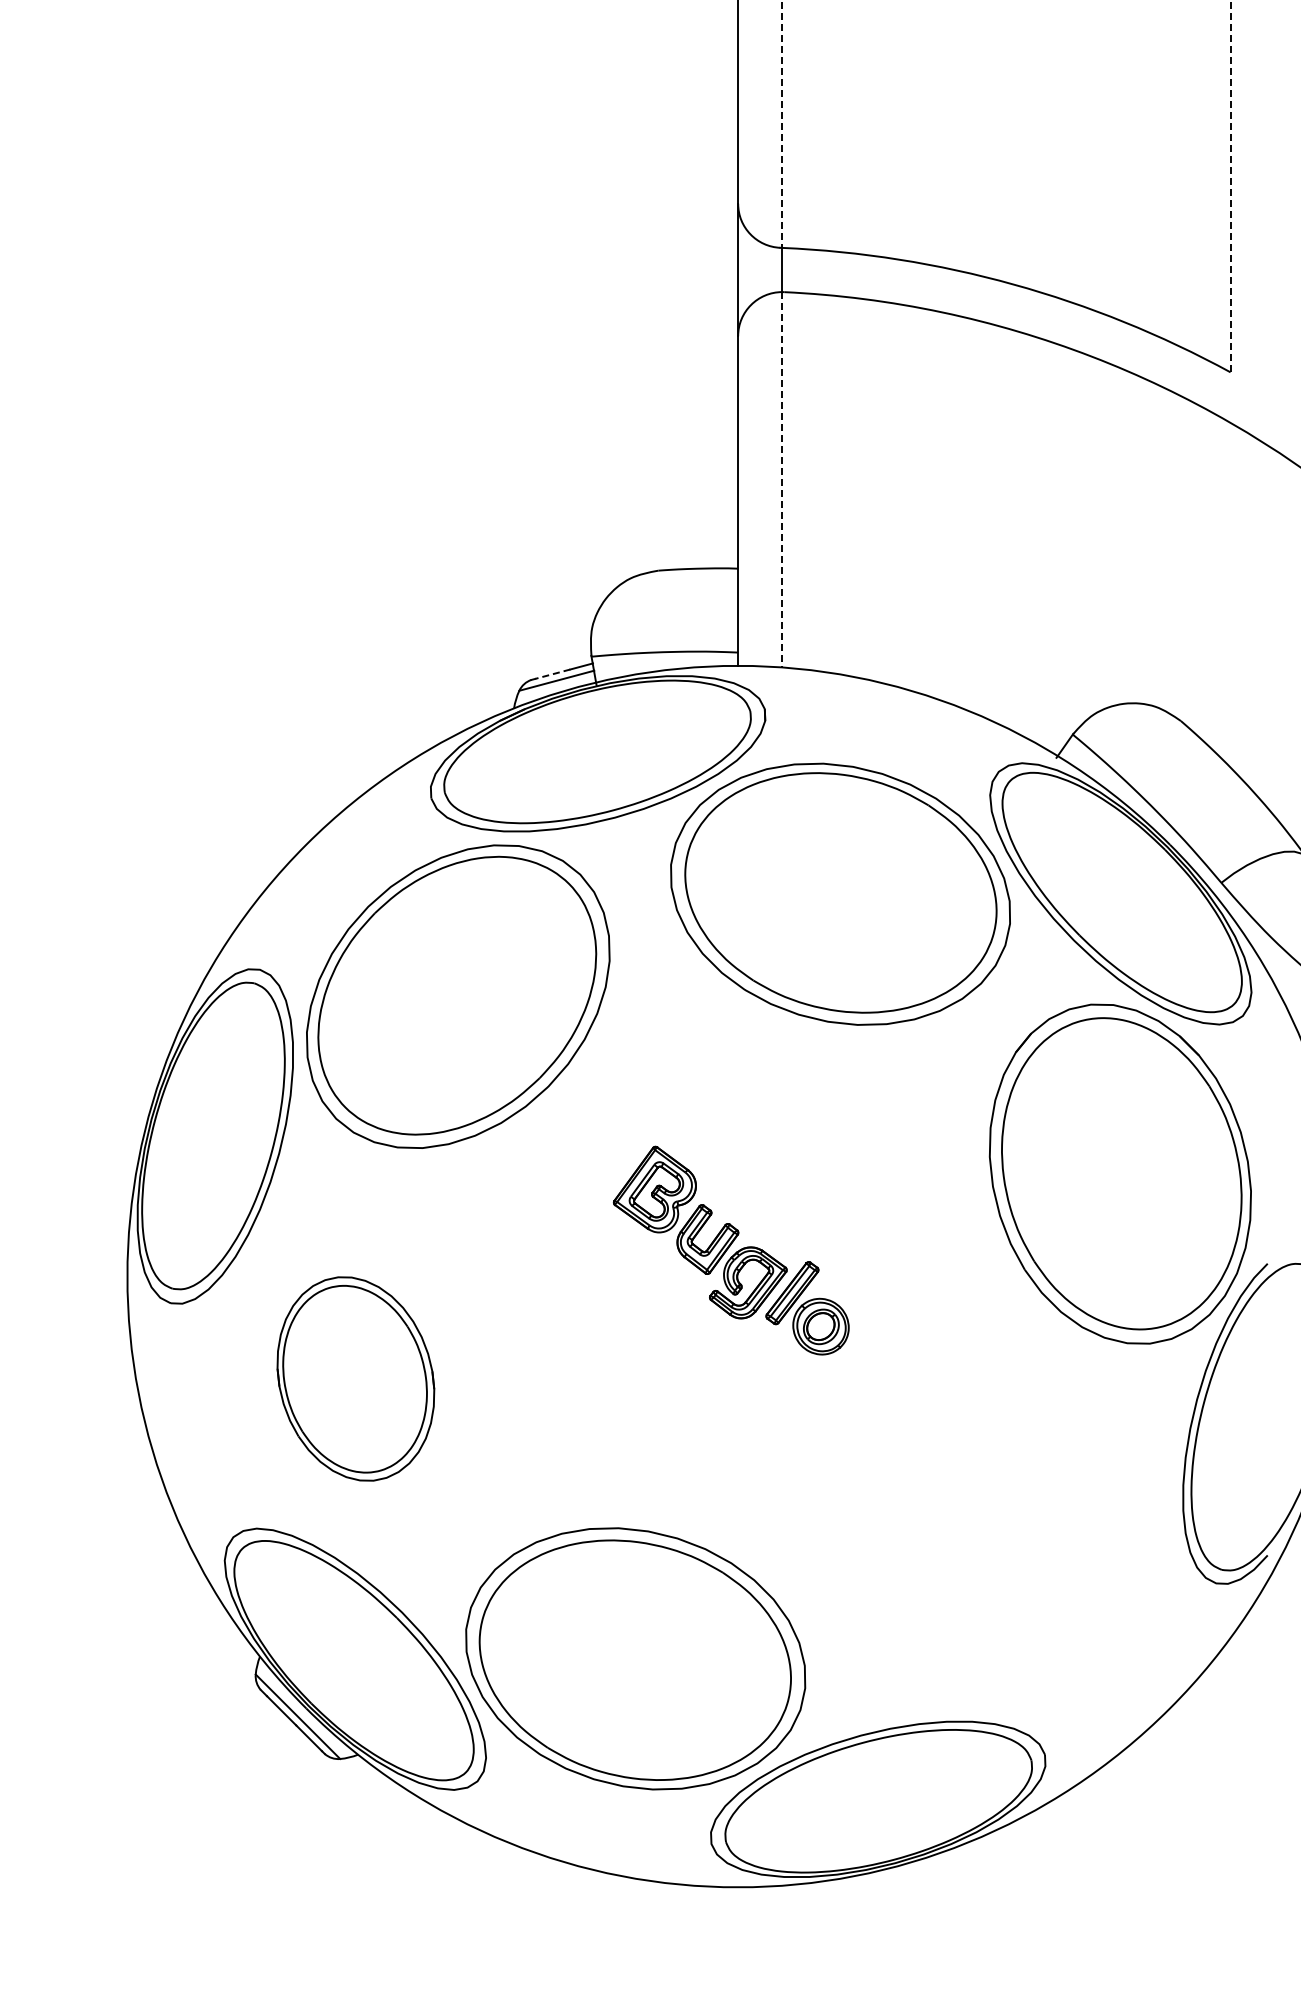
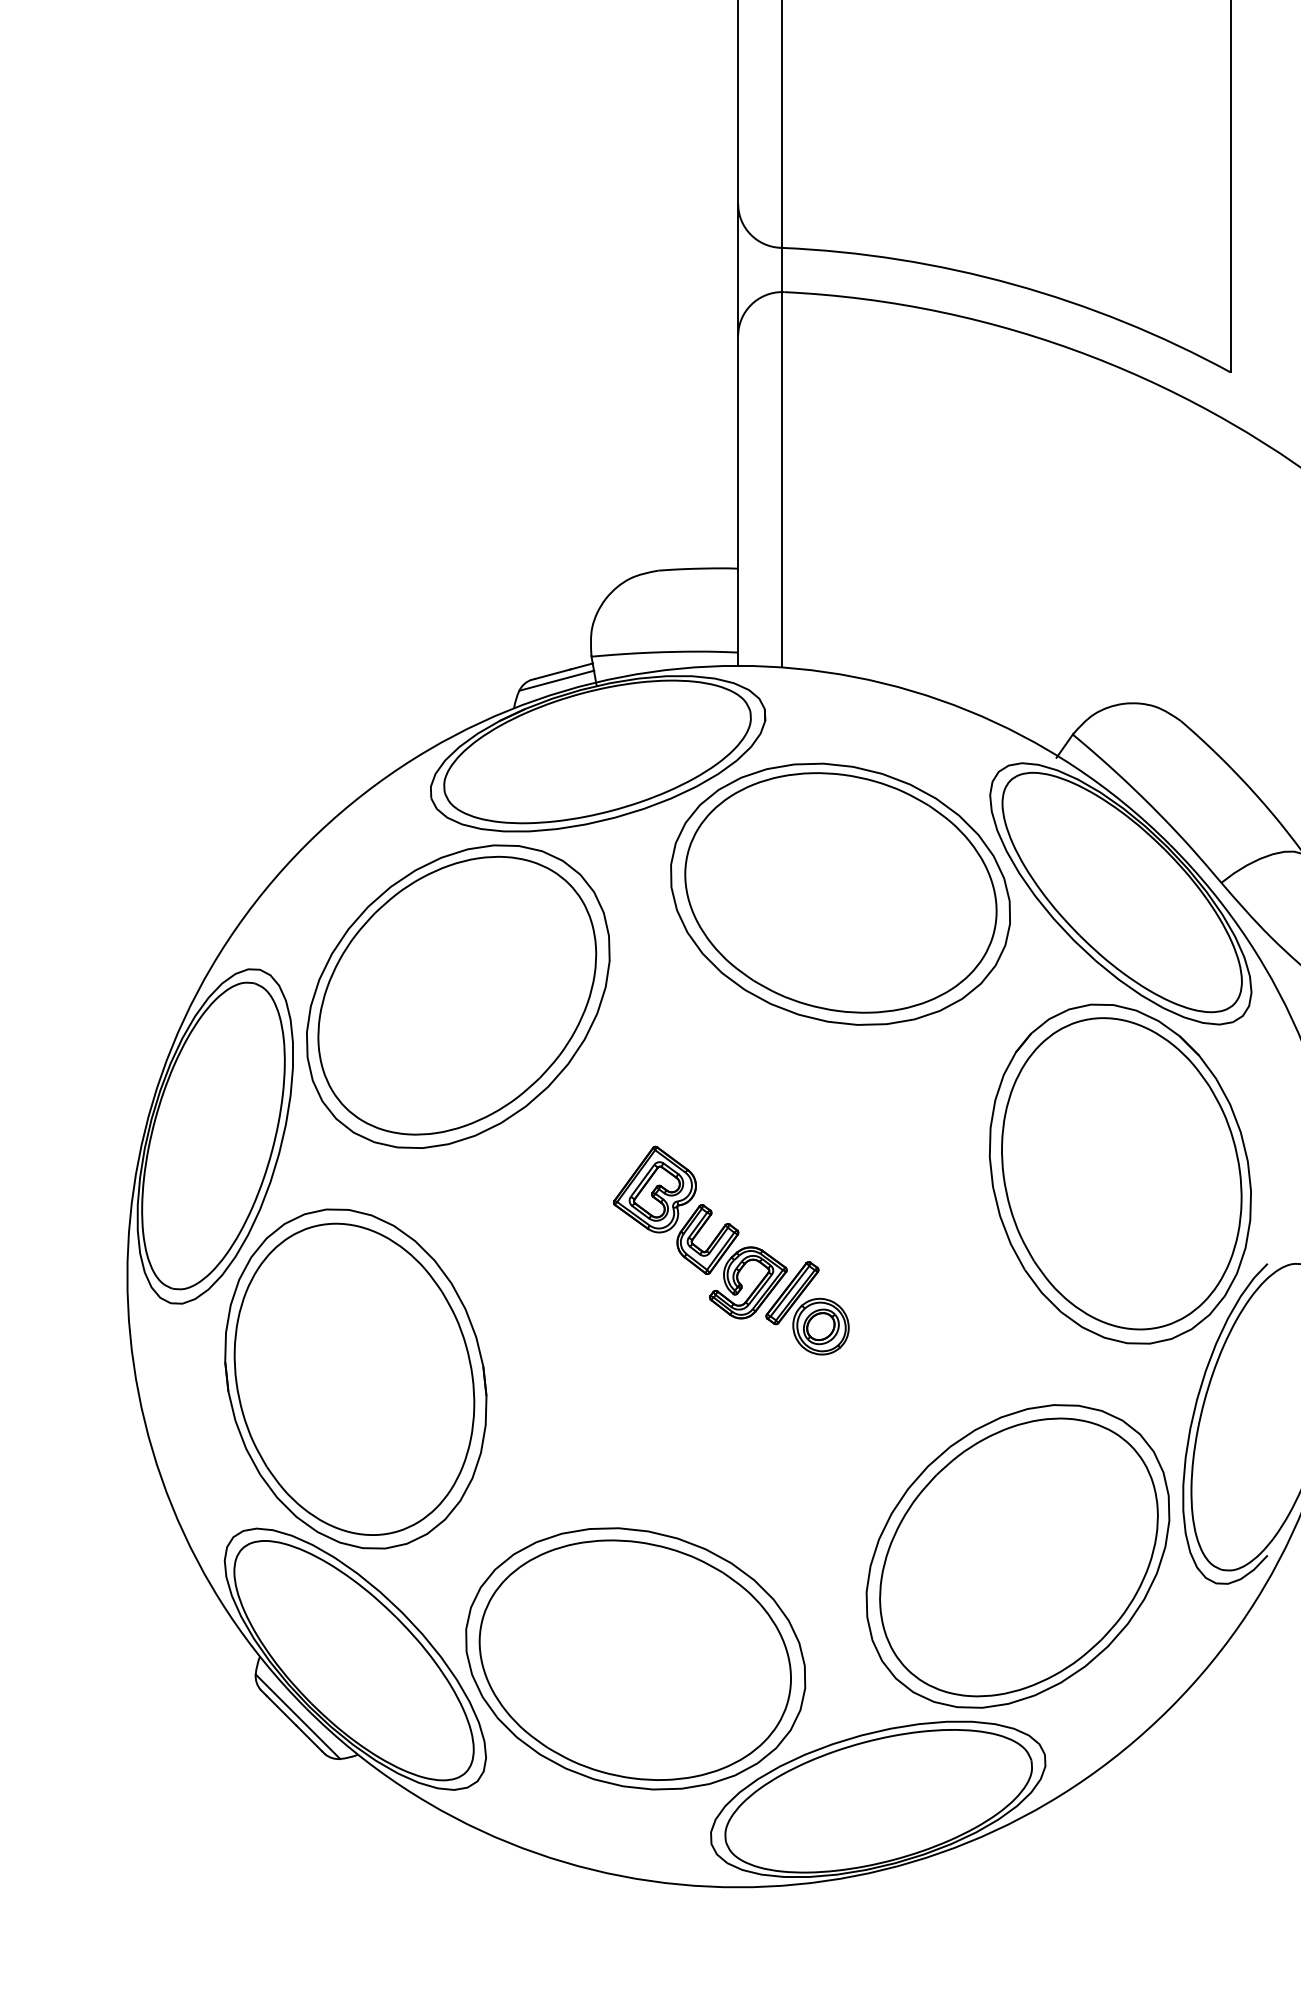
line at (782, 124): dashed -> solid
line at (1230, 186): dashed -> solid
line at (782, 479): dashed -> solid
line at (552, 674): dashed -> solid
part at (355, 1378) size: 160x206 px -> 264x342 px
part at (1017, 1556): none -> present
